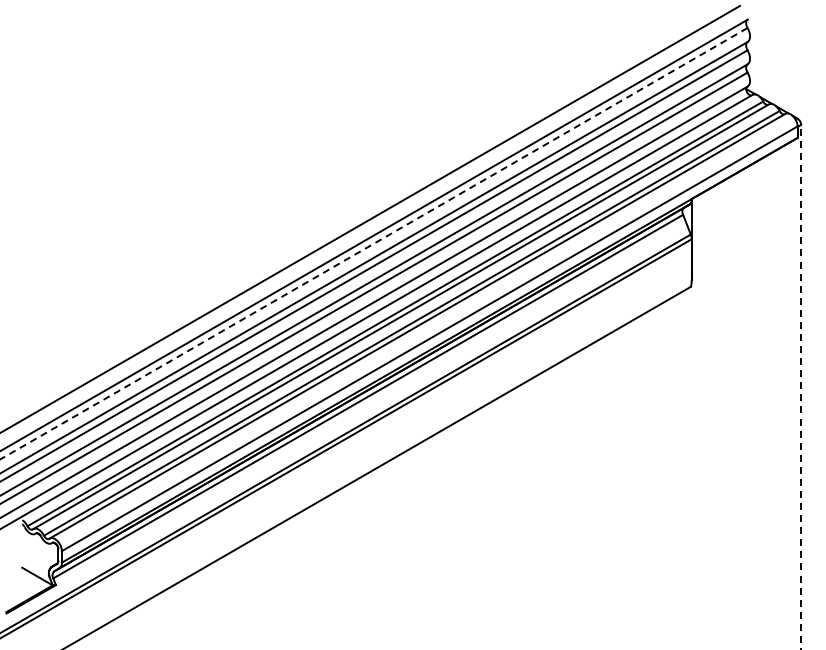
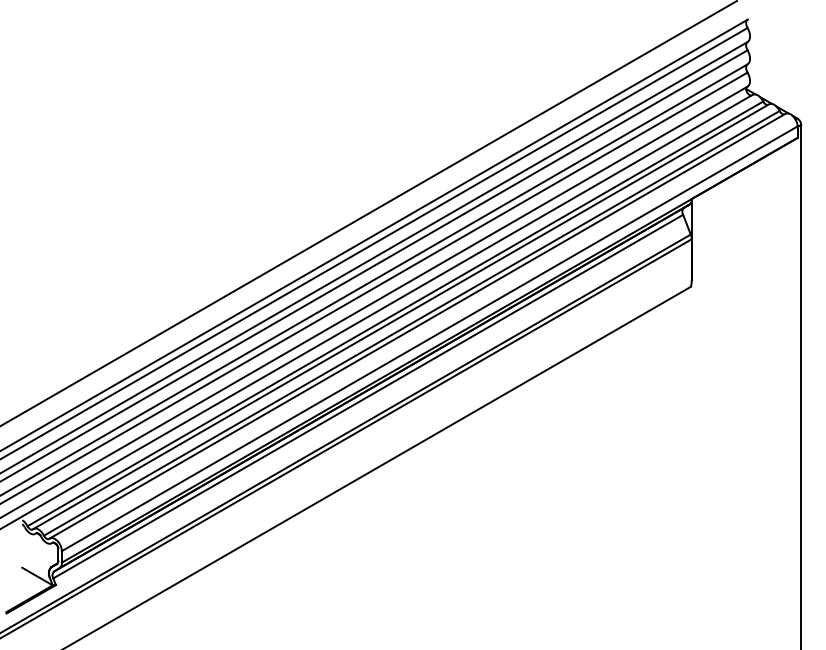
line at (371, 218) position: (371, 218) -> (368, 213)
line at (373, 243): dashed -> solid
line at (801, 387): dashed -> solid
